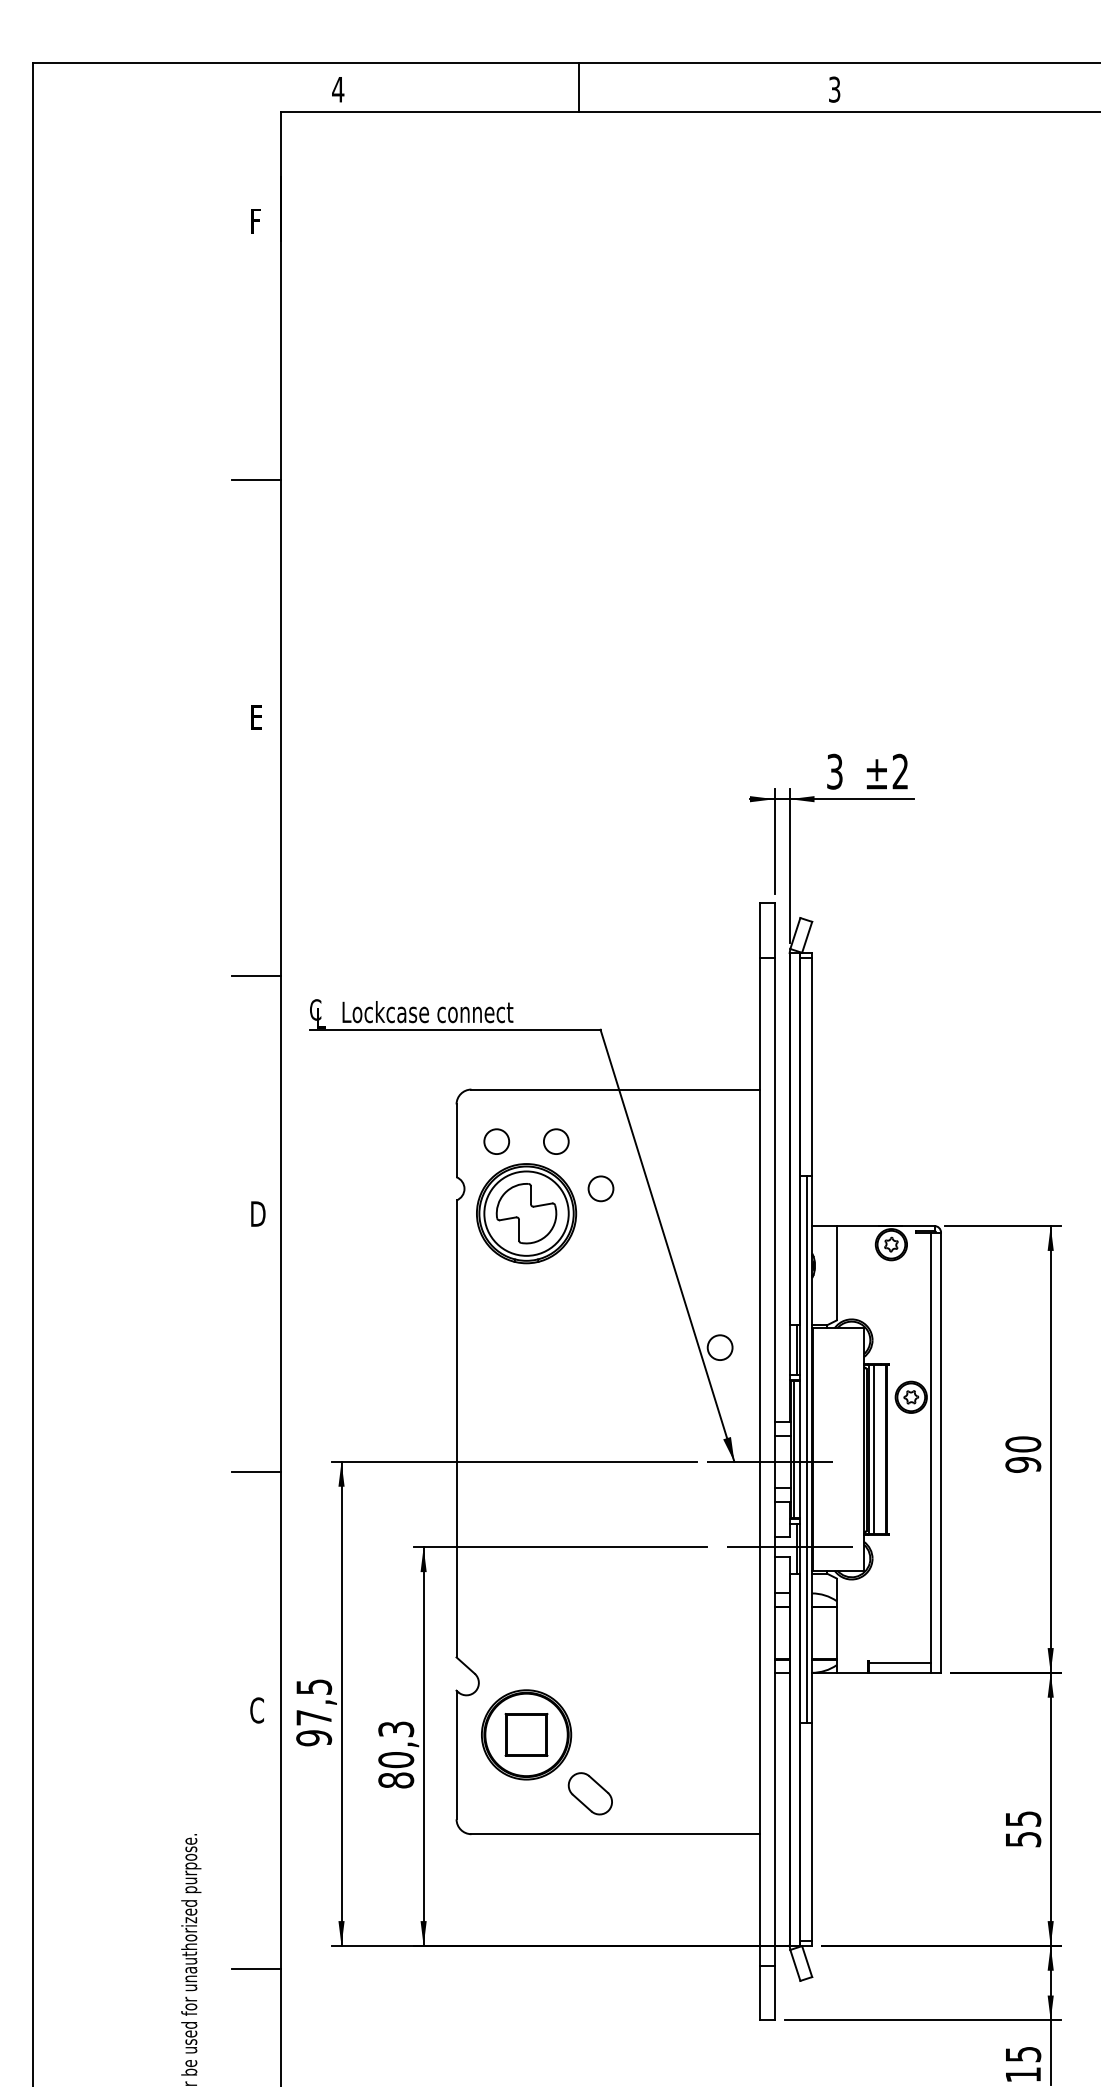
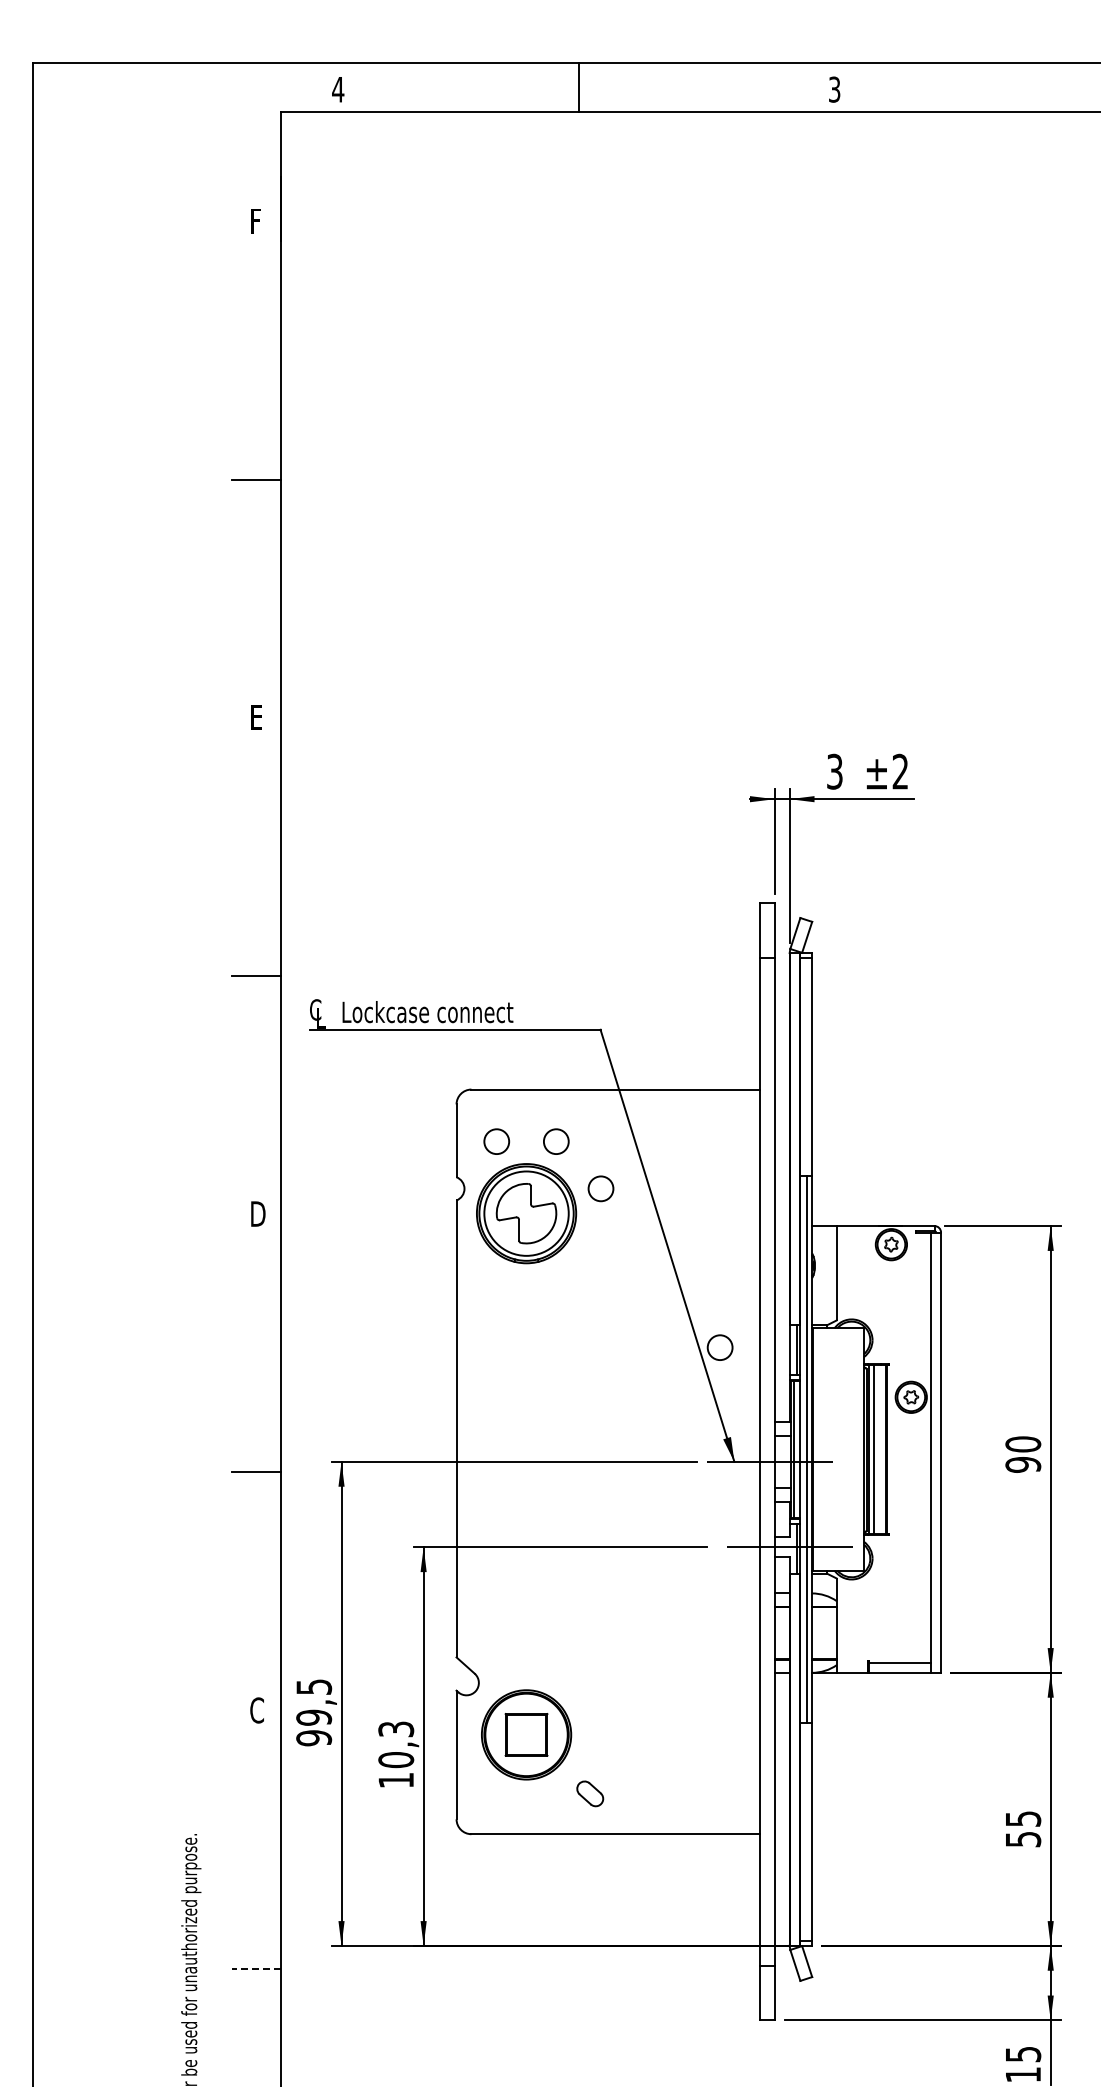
text at (314, 1717): 97,5 -> 99,5
text at (396, 1780): 80,3 -> 10,3
part at (589, 1793) size: 46x44 px -> 29x28 px
line at (256, 1968): solid -> dashed
